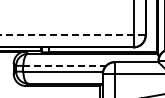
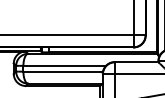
line at (73, 35): dashed -> solid
line at (65, 65): dashed -> solid
